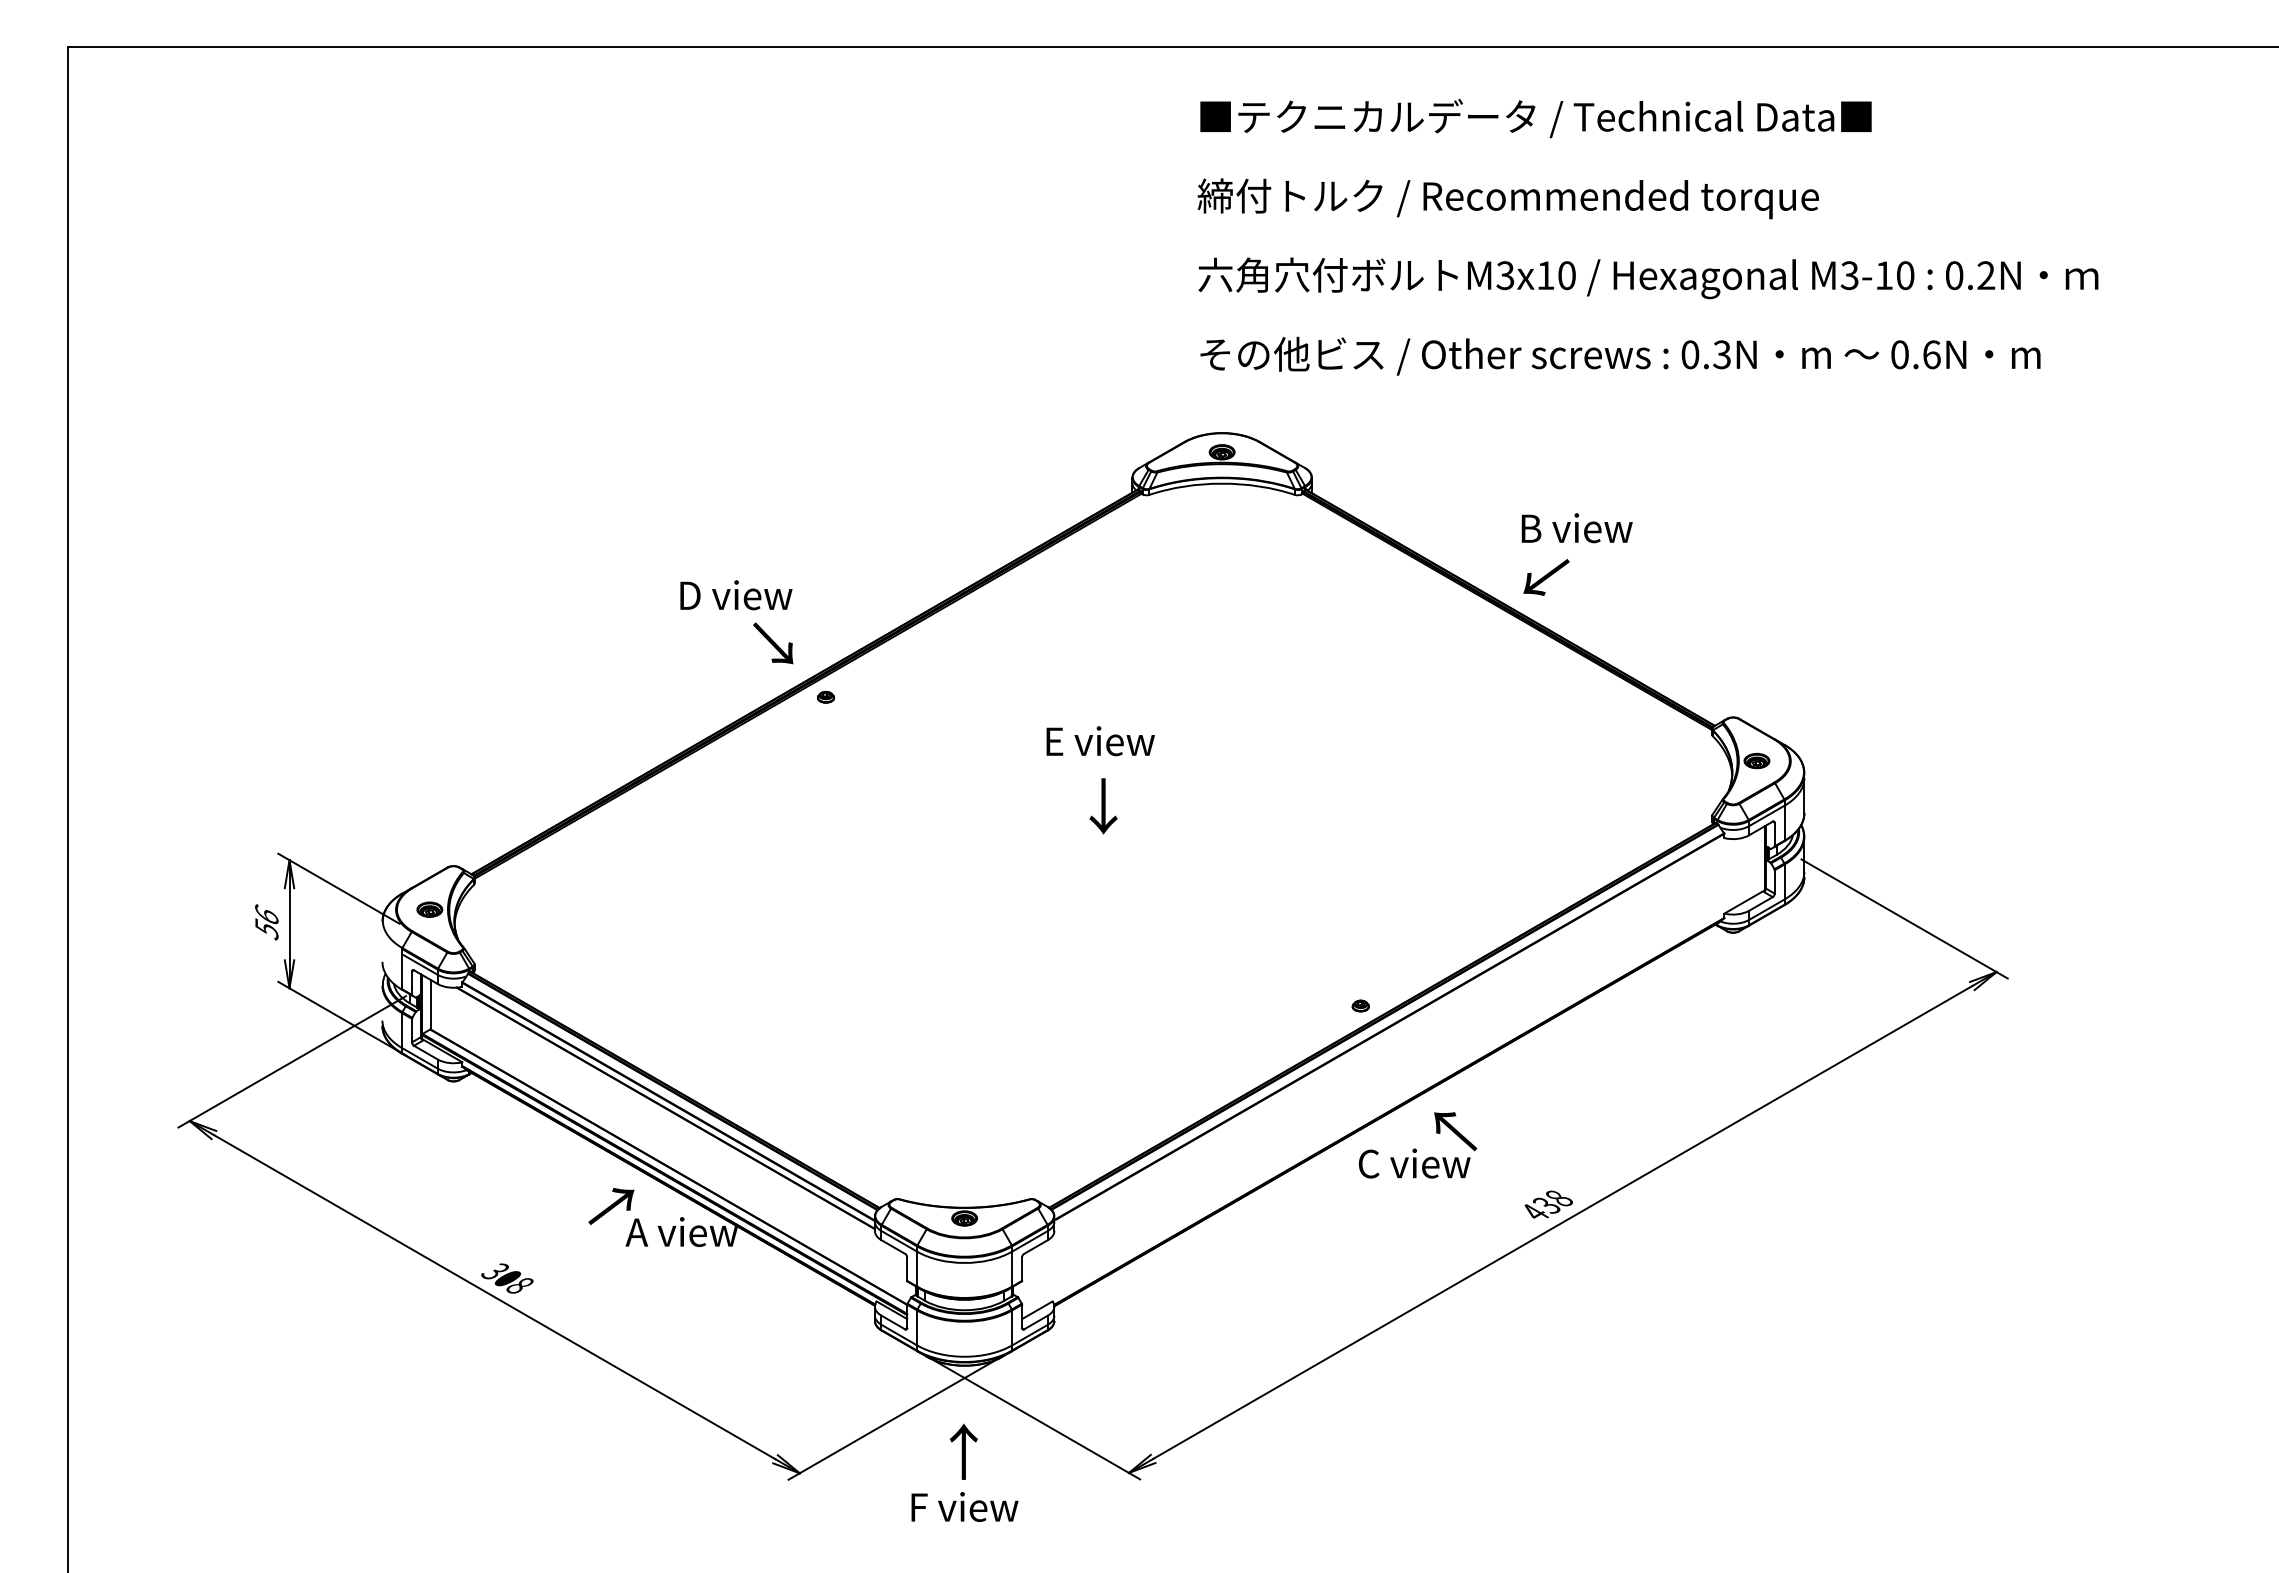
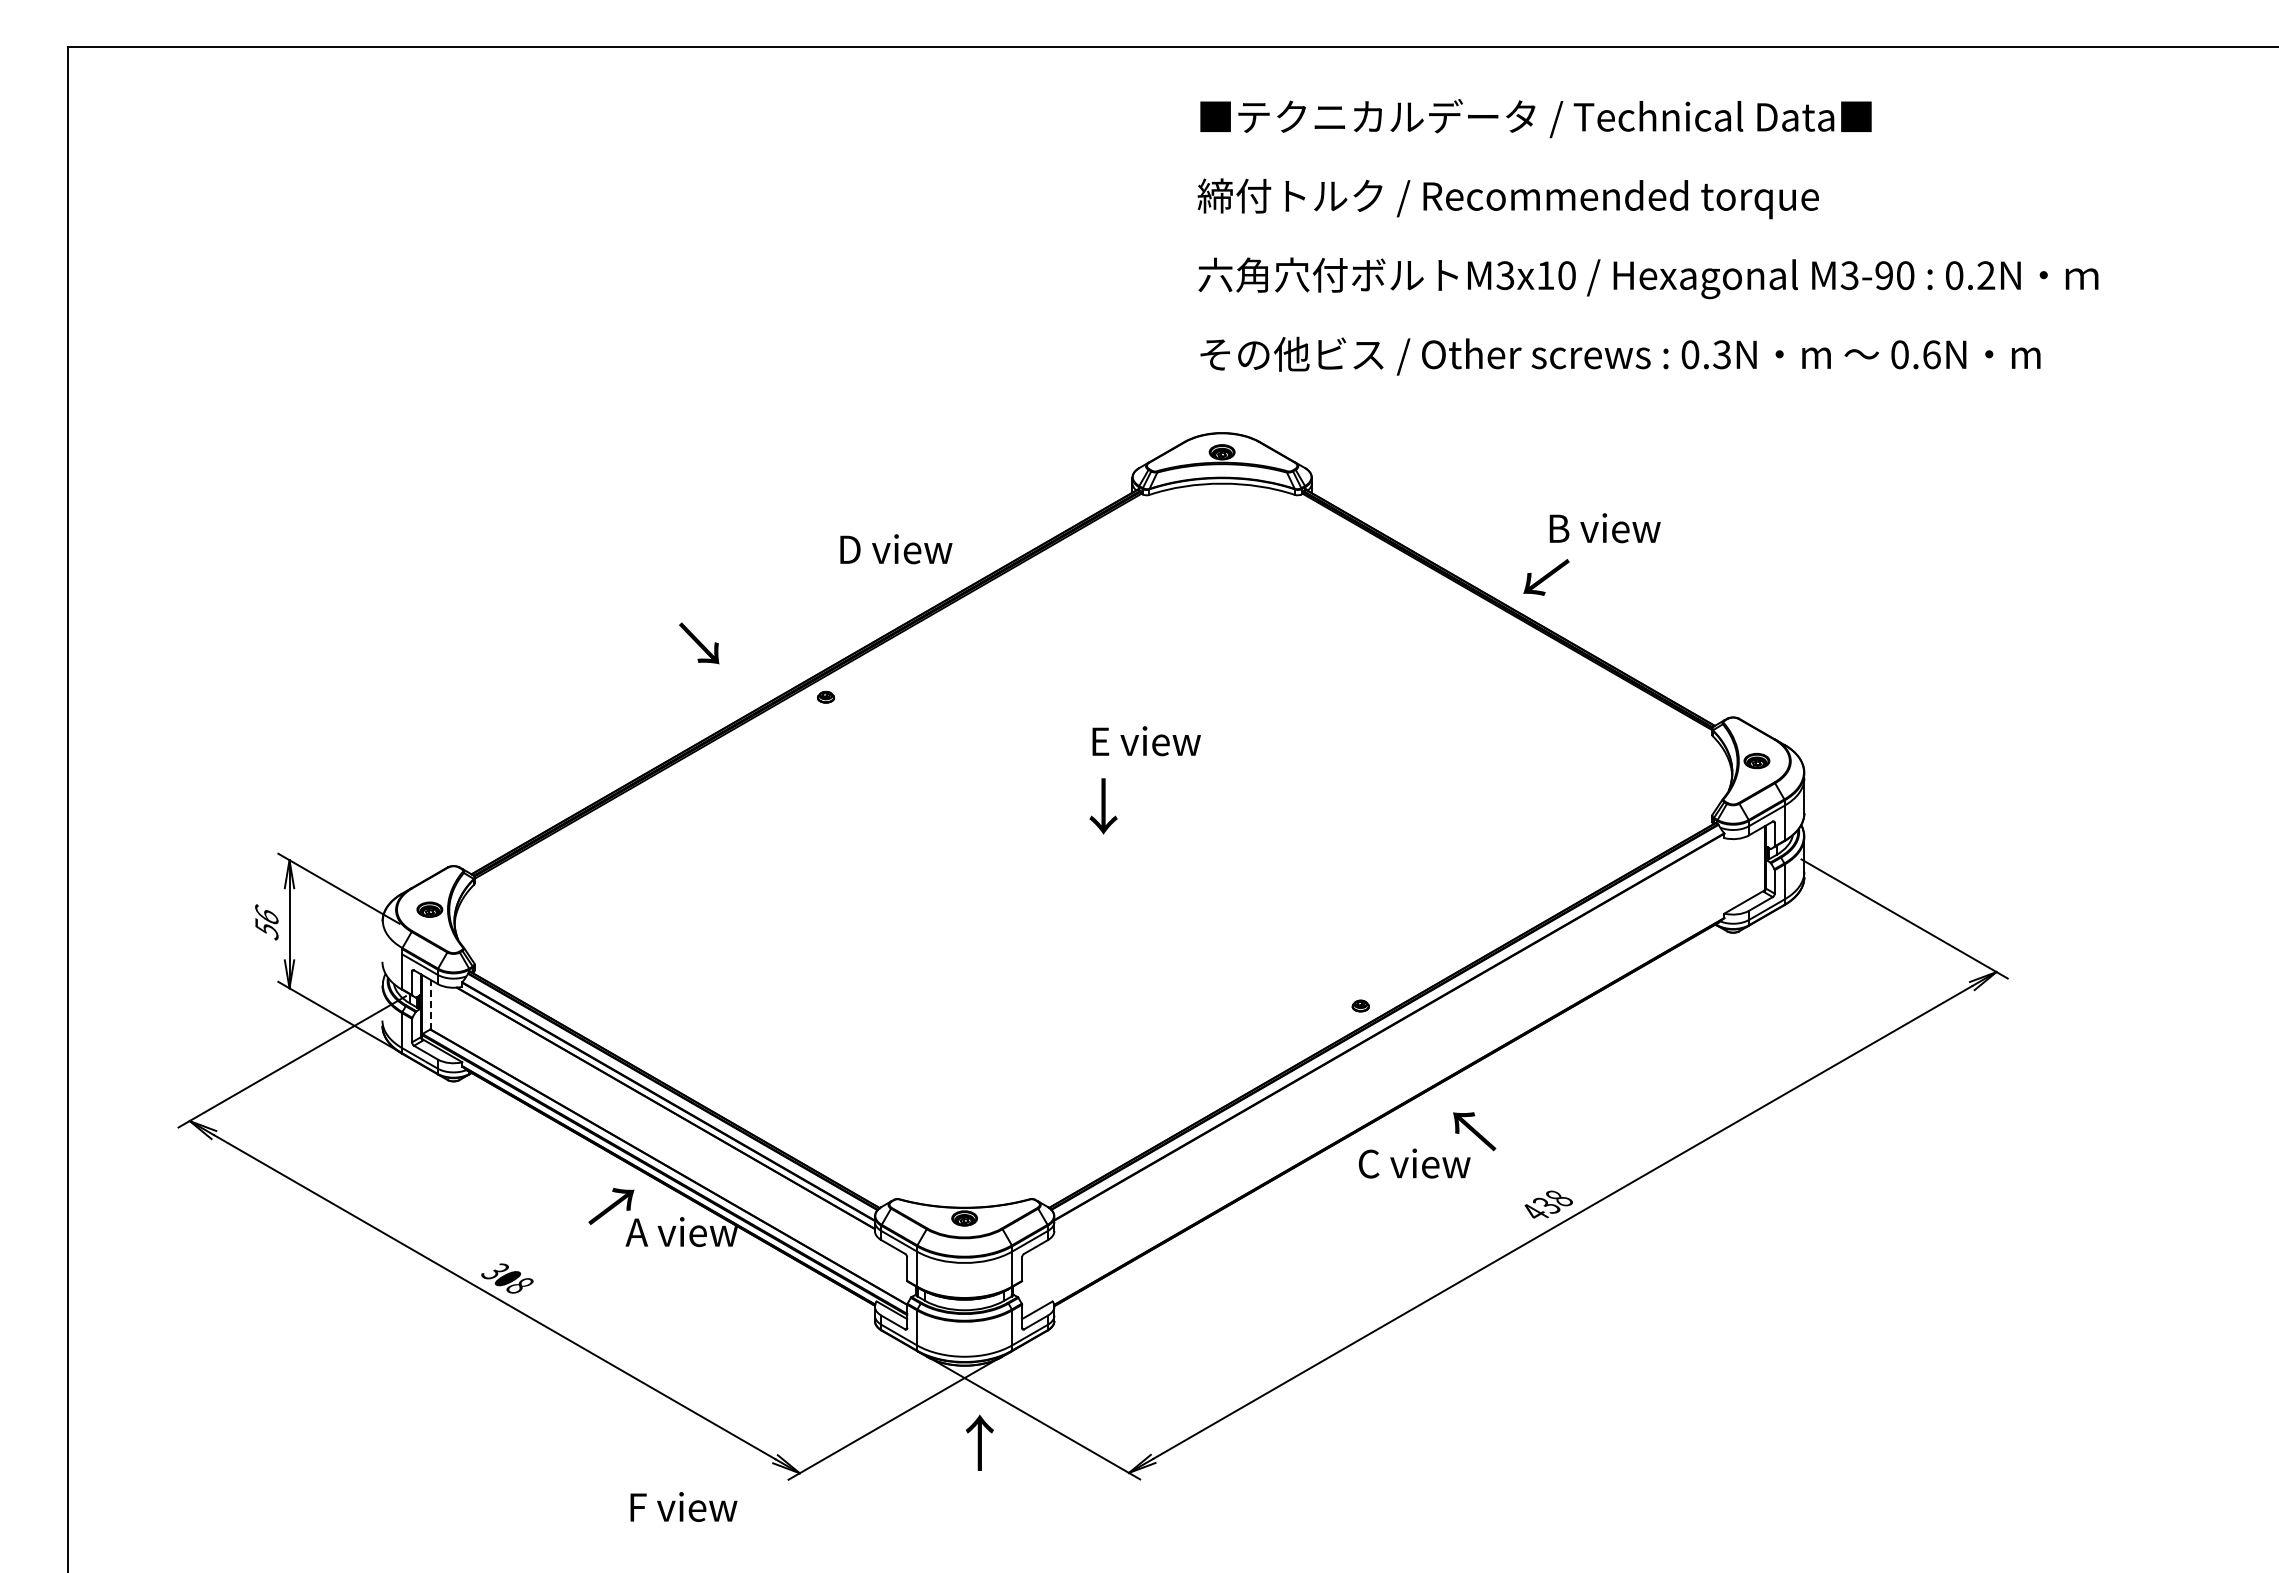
text at (1883, 275): M3-10 -> M3-90
text at (1576, 528) position: (1576, 528) -> (1604, 528)
text at (736, 595) position: (736, 595) -> (896, 549)
text at (773, 643) position: (773, 643) -> (699, 643)
text at (1100, 741) position: (1100, 741) -> (1146, 741)
line at (430, 1004): solid -> dashed
text at (1455, 1131) position: (1455, 1131) -> (1474, 1131)
text at (963, 1451) position: (963, 1451) -> (979, 1442)
text at (964, 1506) position: (964, 1506) -> (683, 1506)
